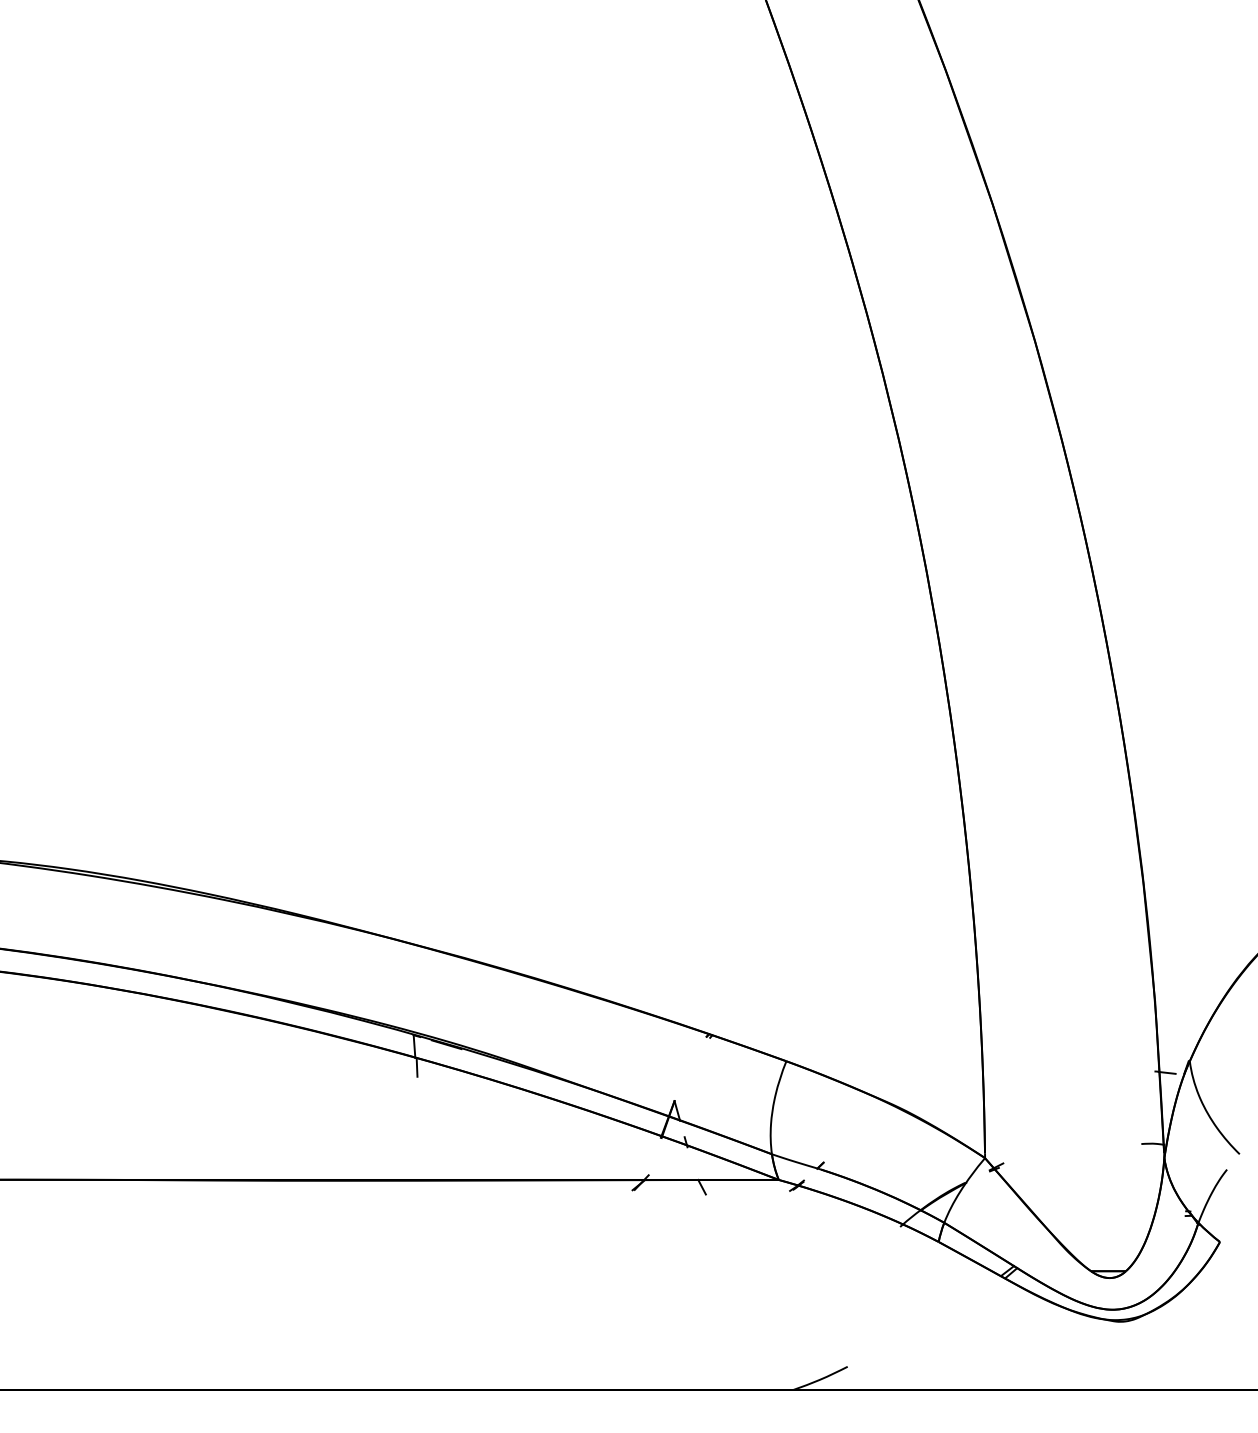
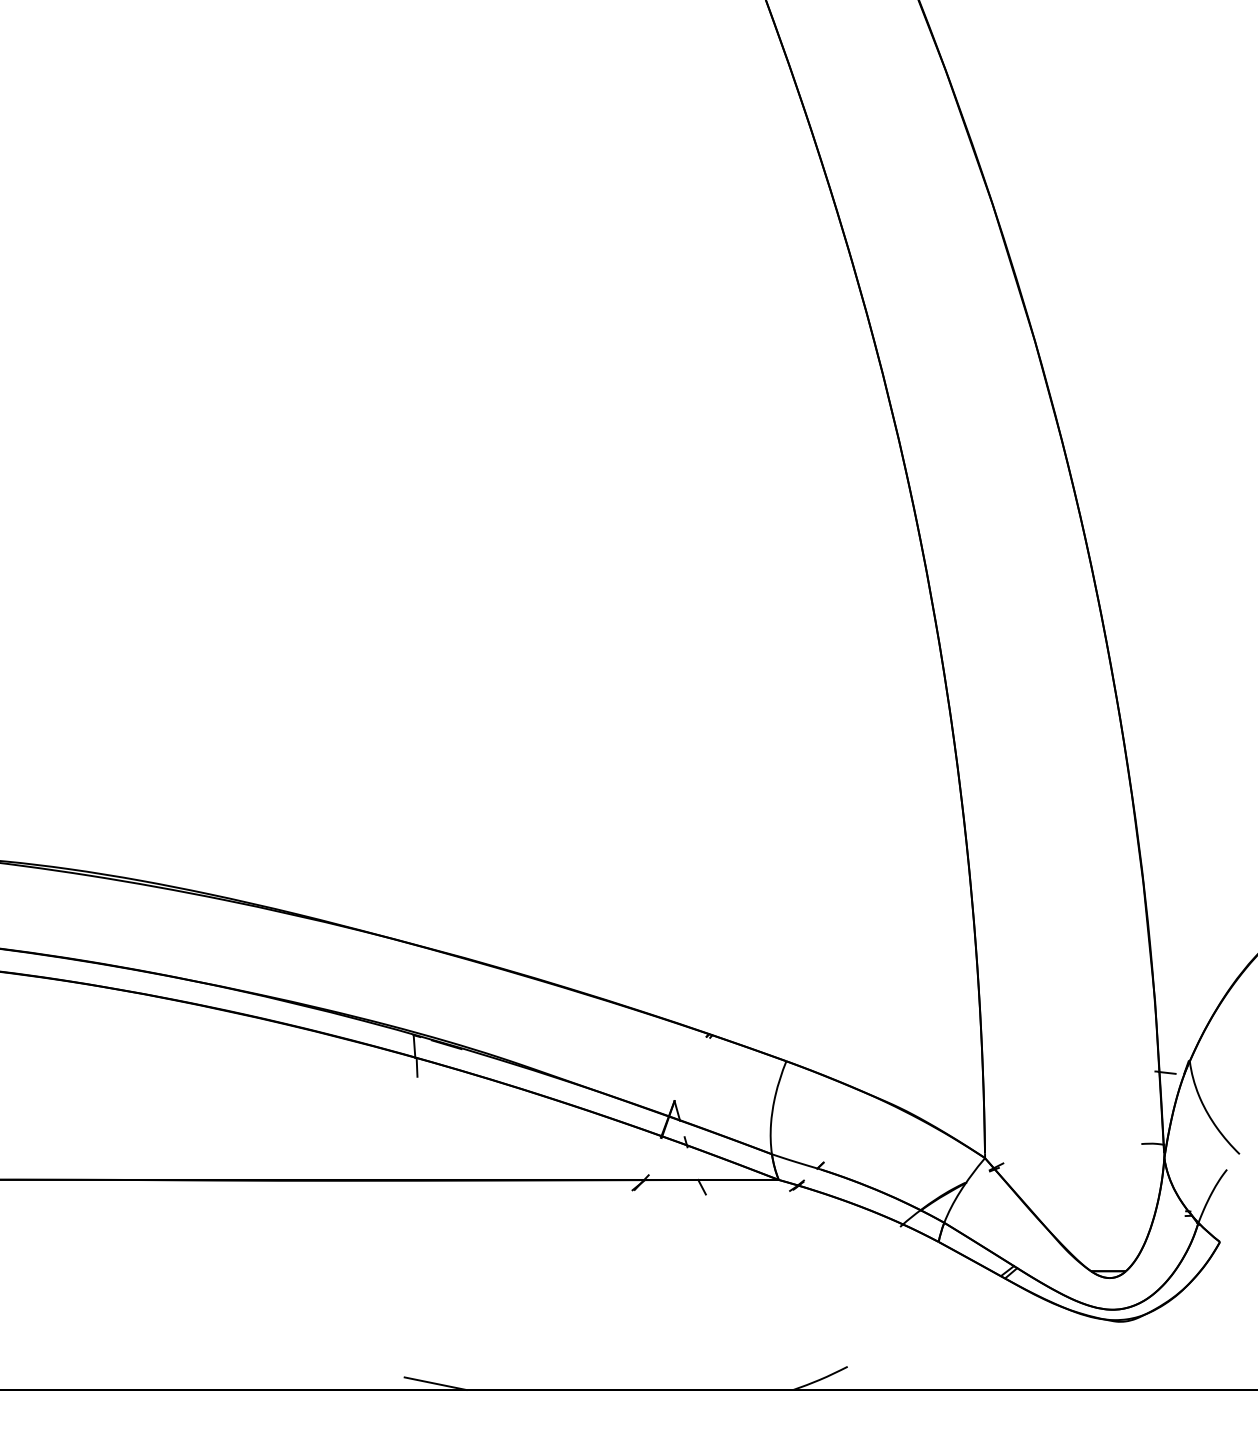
line at (435, 1383): none -> present
